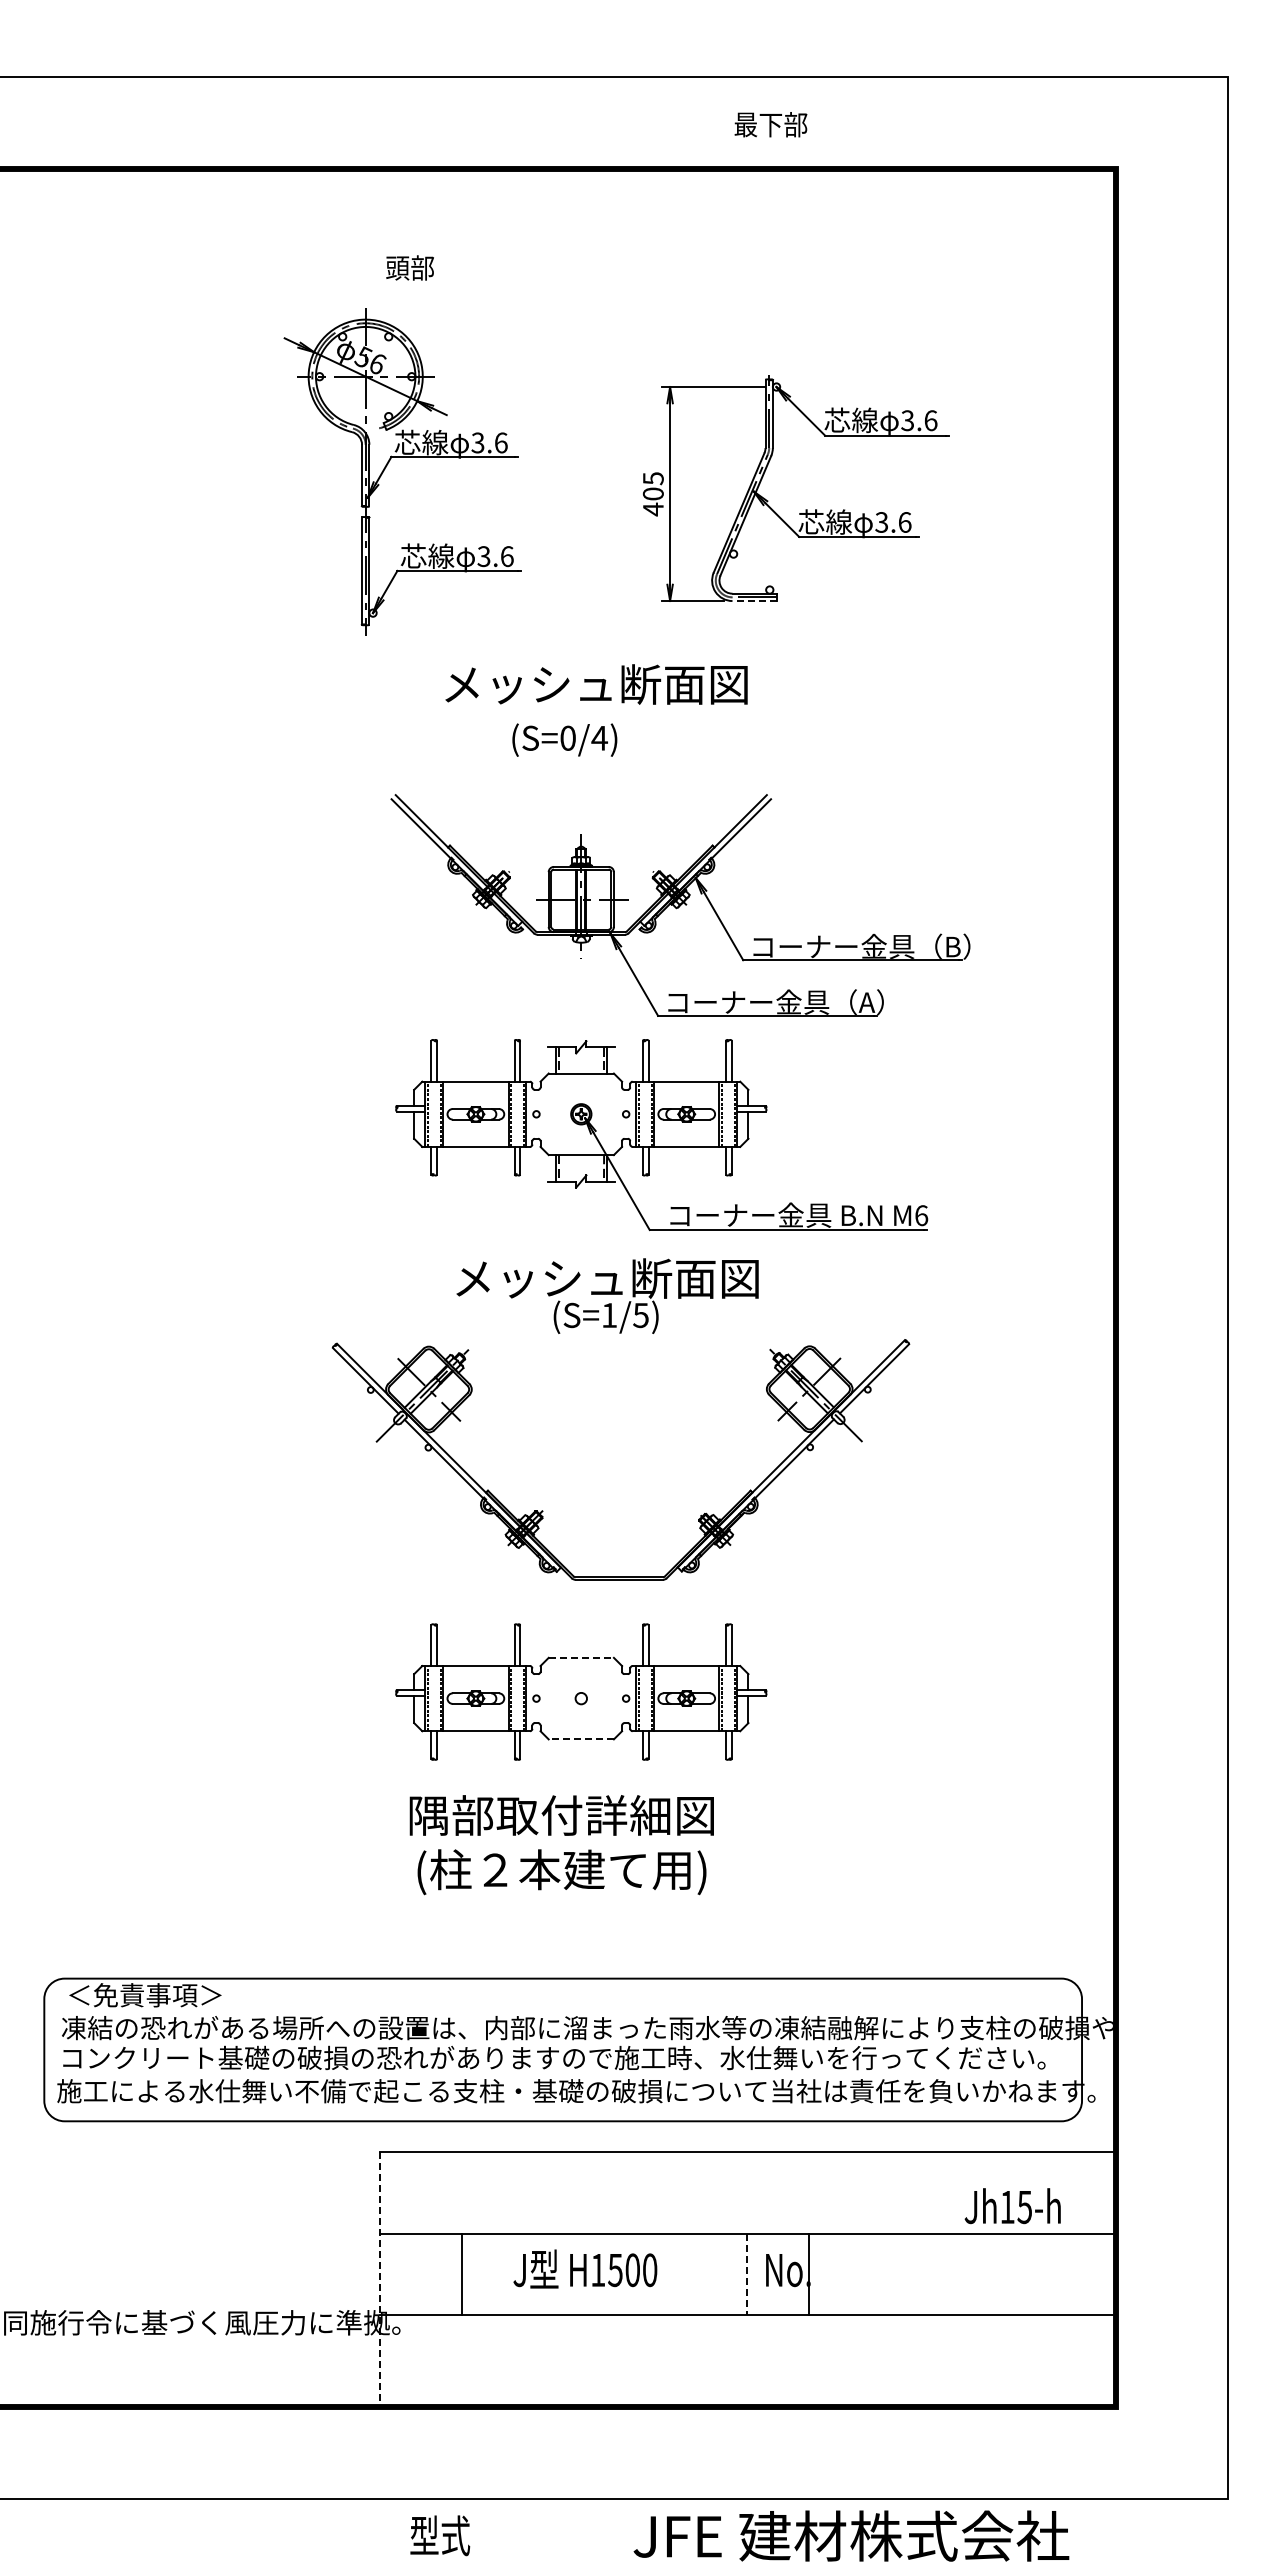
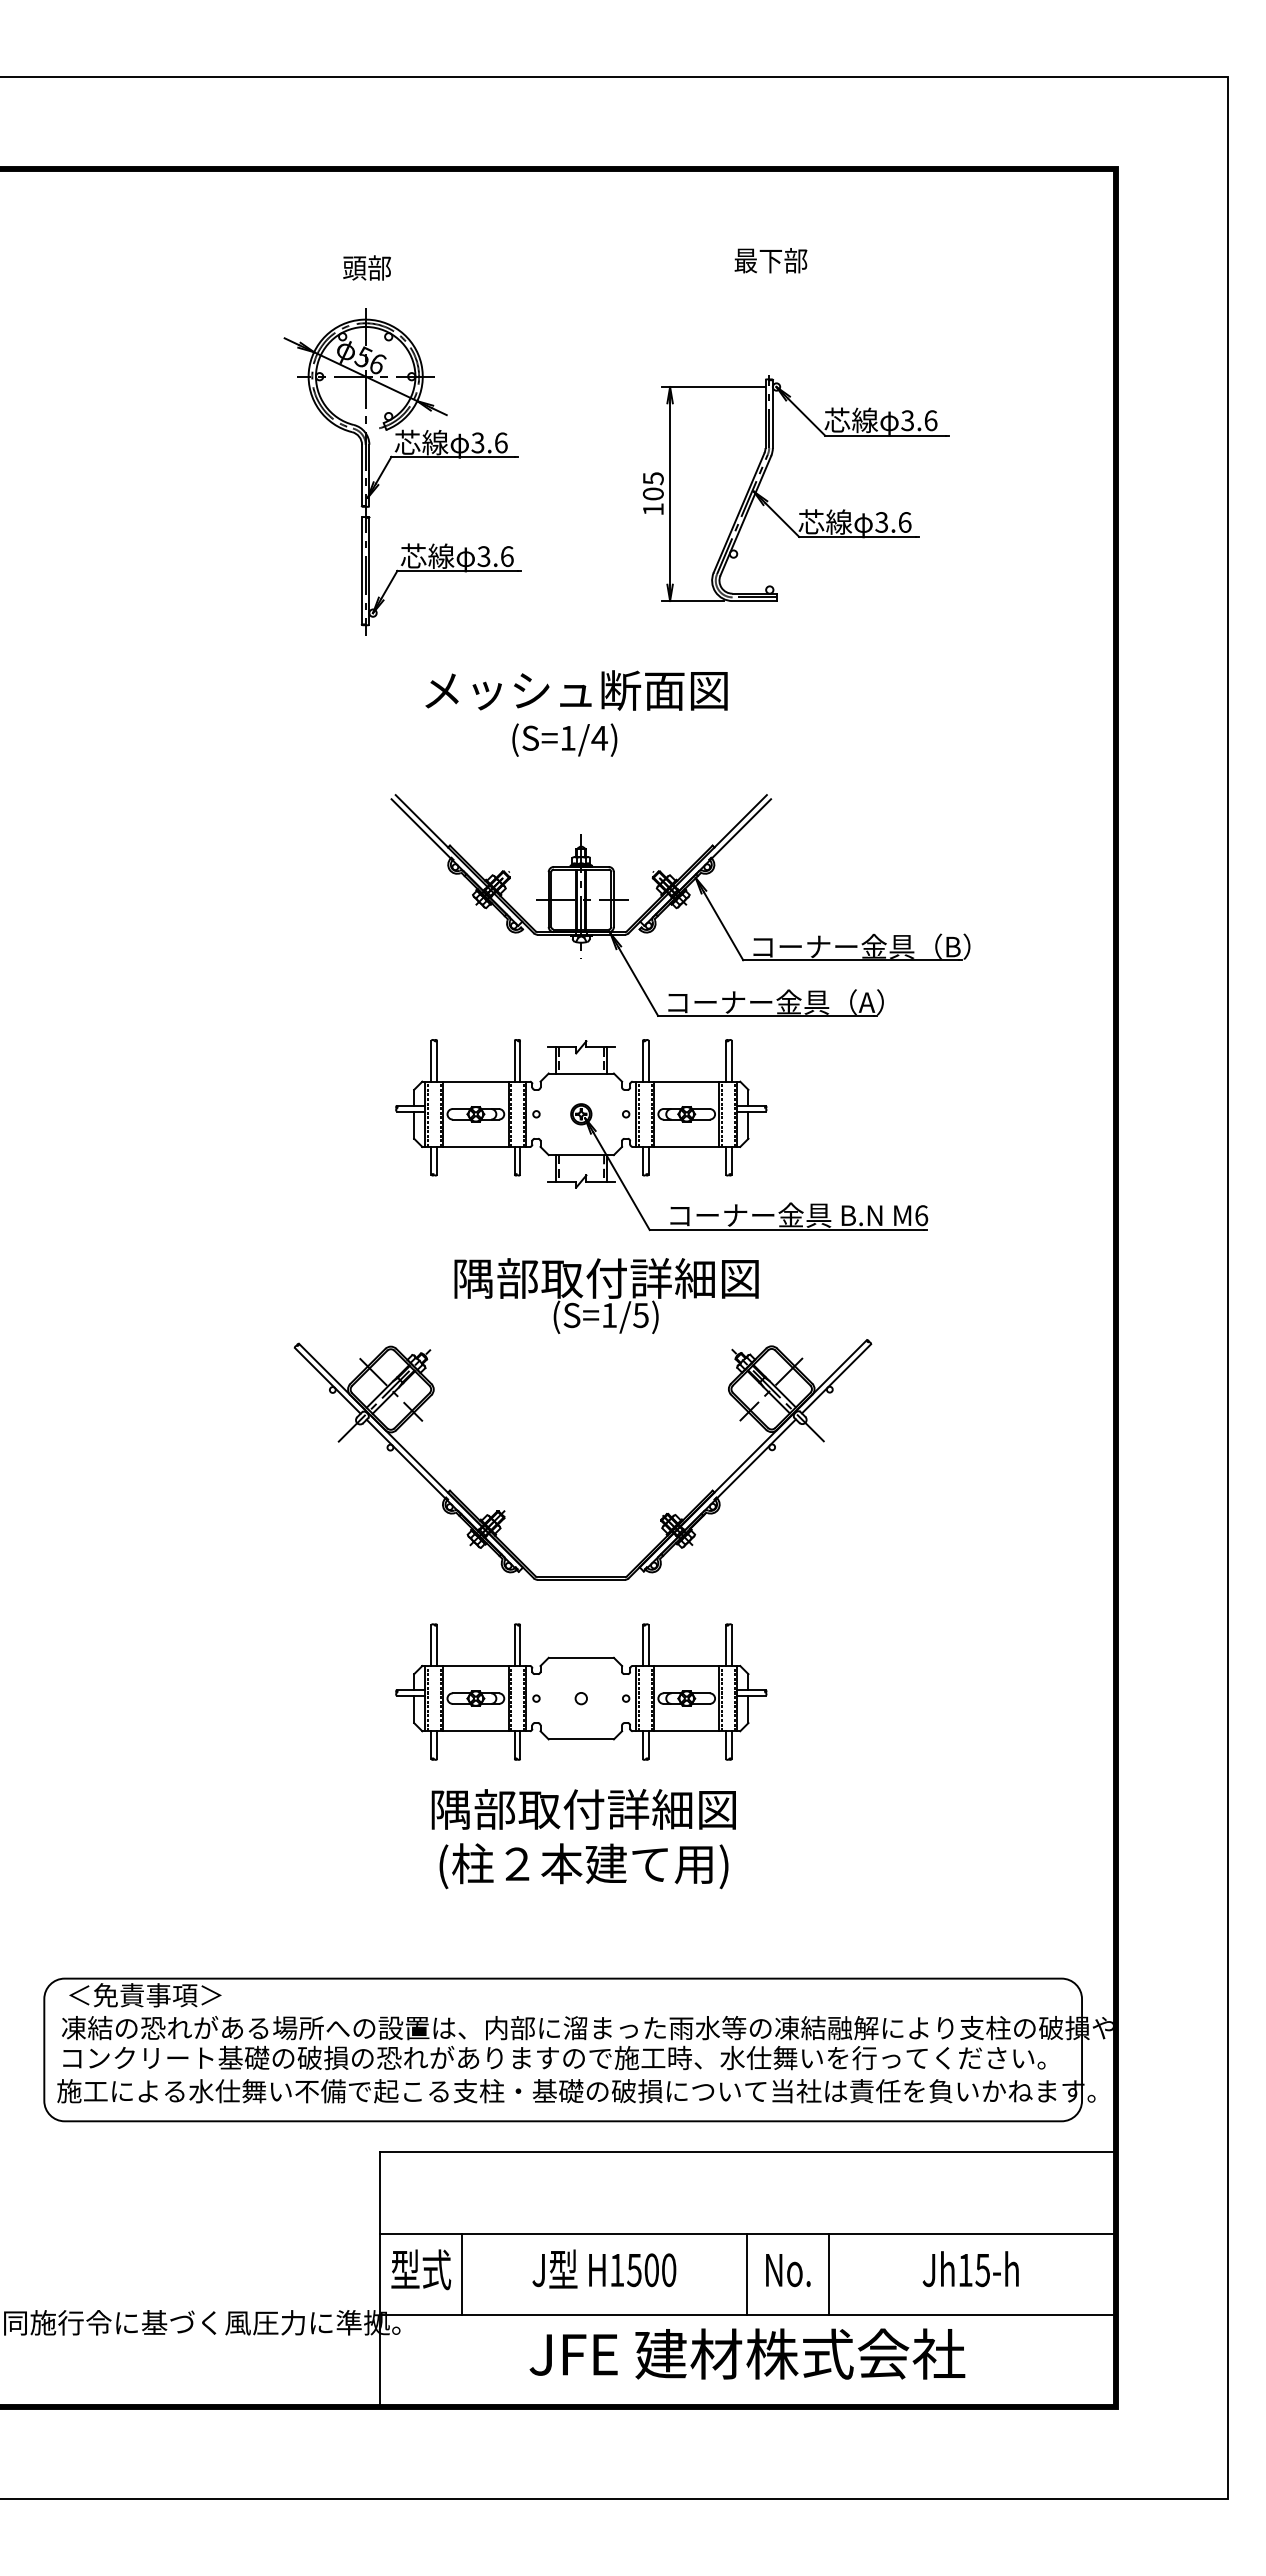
text at (770, 124) position: (770, 124) -> (770, 260)
text at (409, 267) position: (409, 267) -> (366, 267)
text at (653, 509): 405 -> 105
line at (754, 601): dashed -> solid
text at (596, 684) position: (596, 684) -> (576, 690)
text at (567, 737): (S=0/4) -> (S=1/4)
text at (584, 1278): メッシュ断面図 -> 隅部取付詳細図
part at (543, 1511) position: (543, 1511) -> (505, 1511)
line at (581, 1657): dashed -> solid
line at (581, 1739): dashed -> solid
text at (561, 1845) position: (561, 1845) -> (583, 1839)
text at (1012, 2206) position: (1012, 2206) -> (970, 2269)
text at (585, 2268) position: (585, 2268) -> (604, 2268)
line at (747, 2274): dashed -> solid
line at (808, 2274) position: (808, 2274) -> (828, 2274)
line at (380, 2279): dashed -> solid
text at (440, 2535) position: (440, 2535) -> (421, 2269)
text at (851, 2535) position: (851, 2535) -> (747, 2353)
